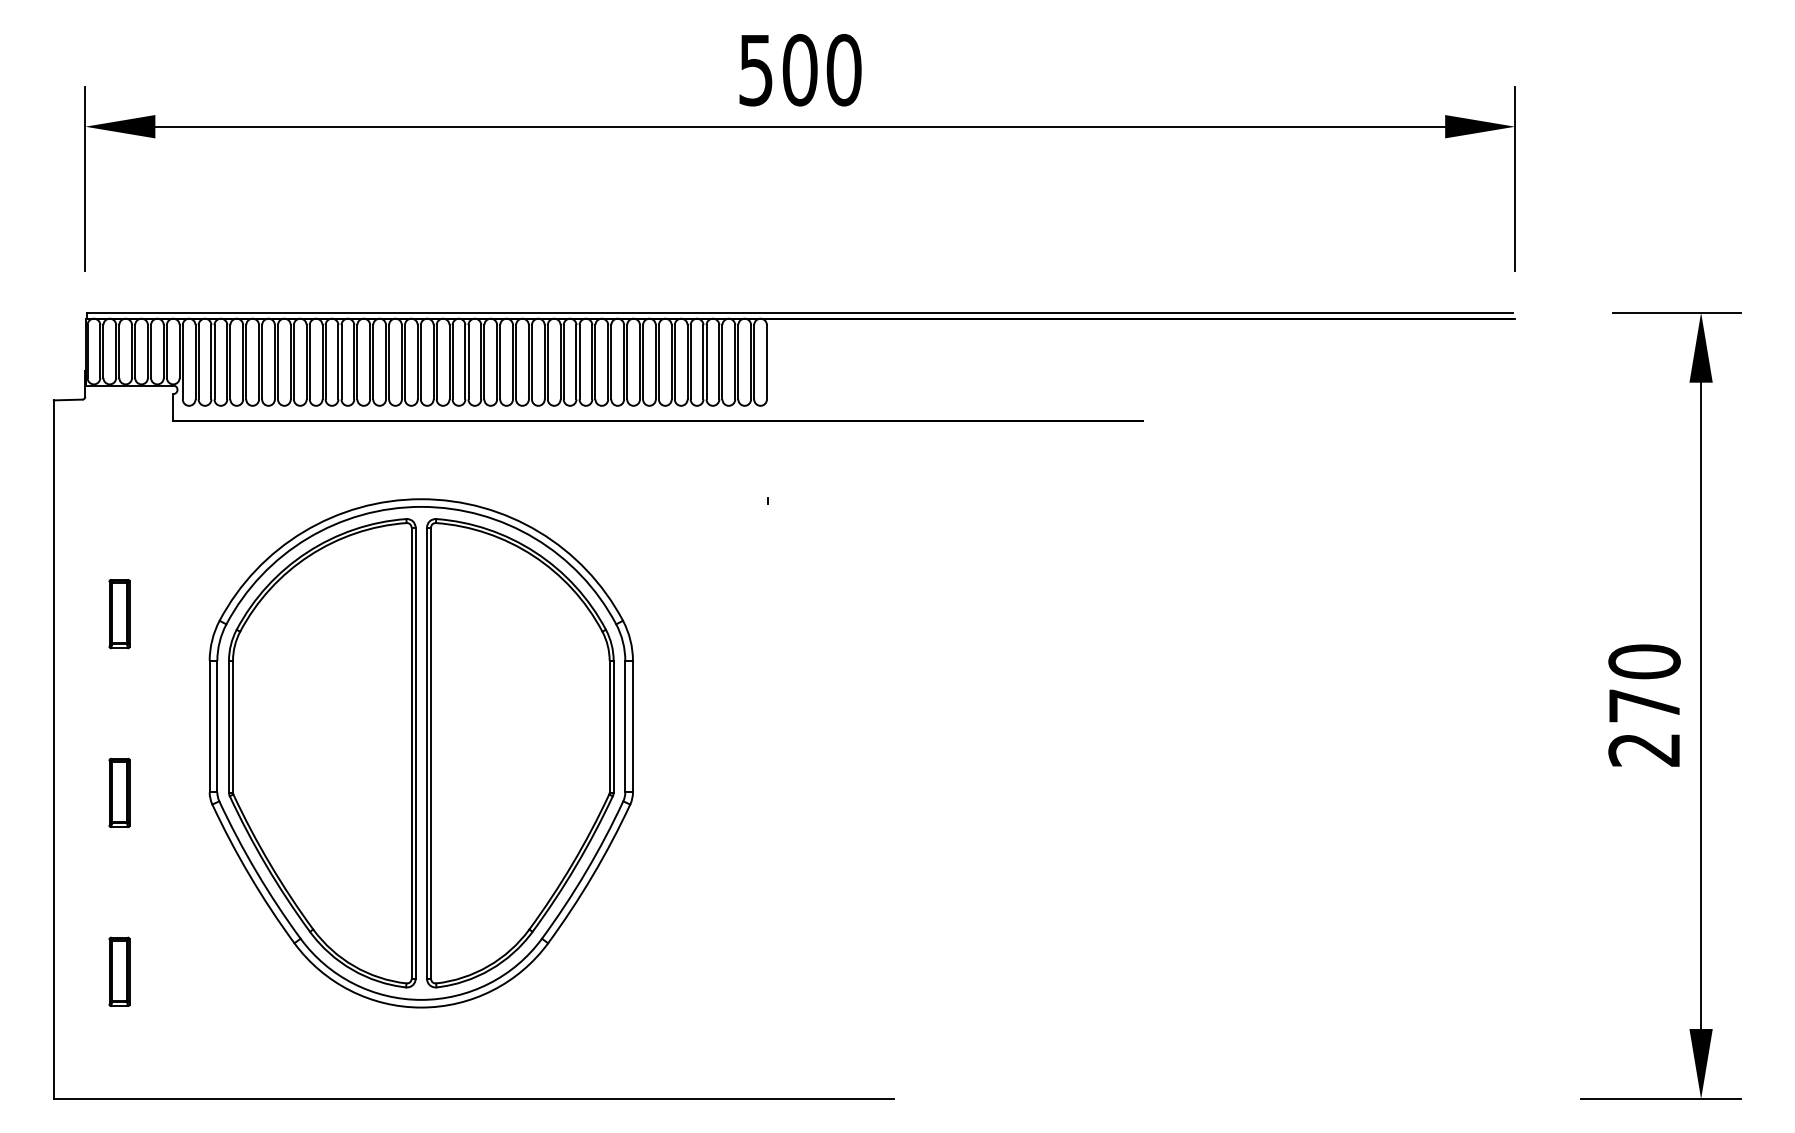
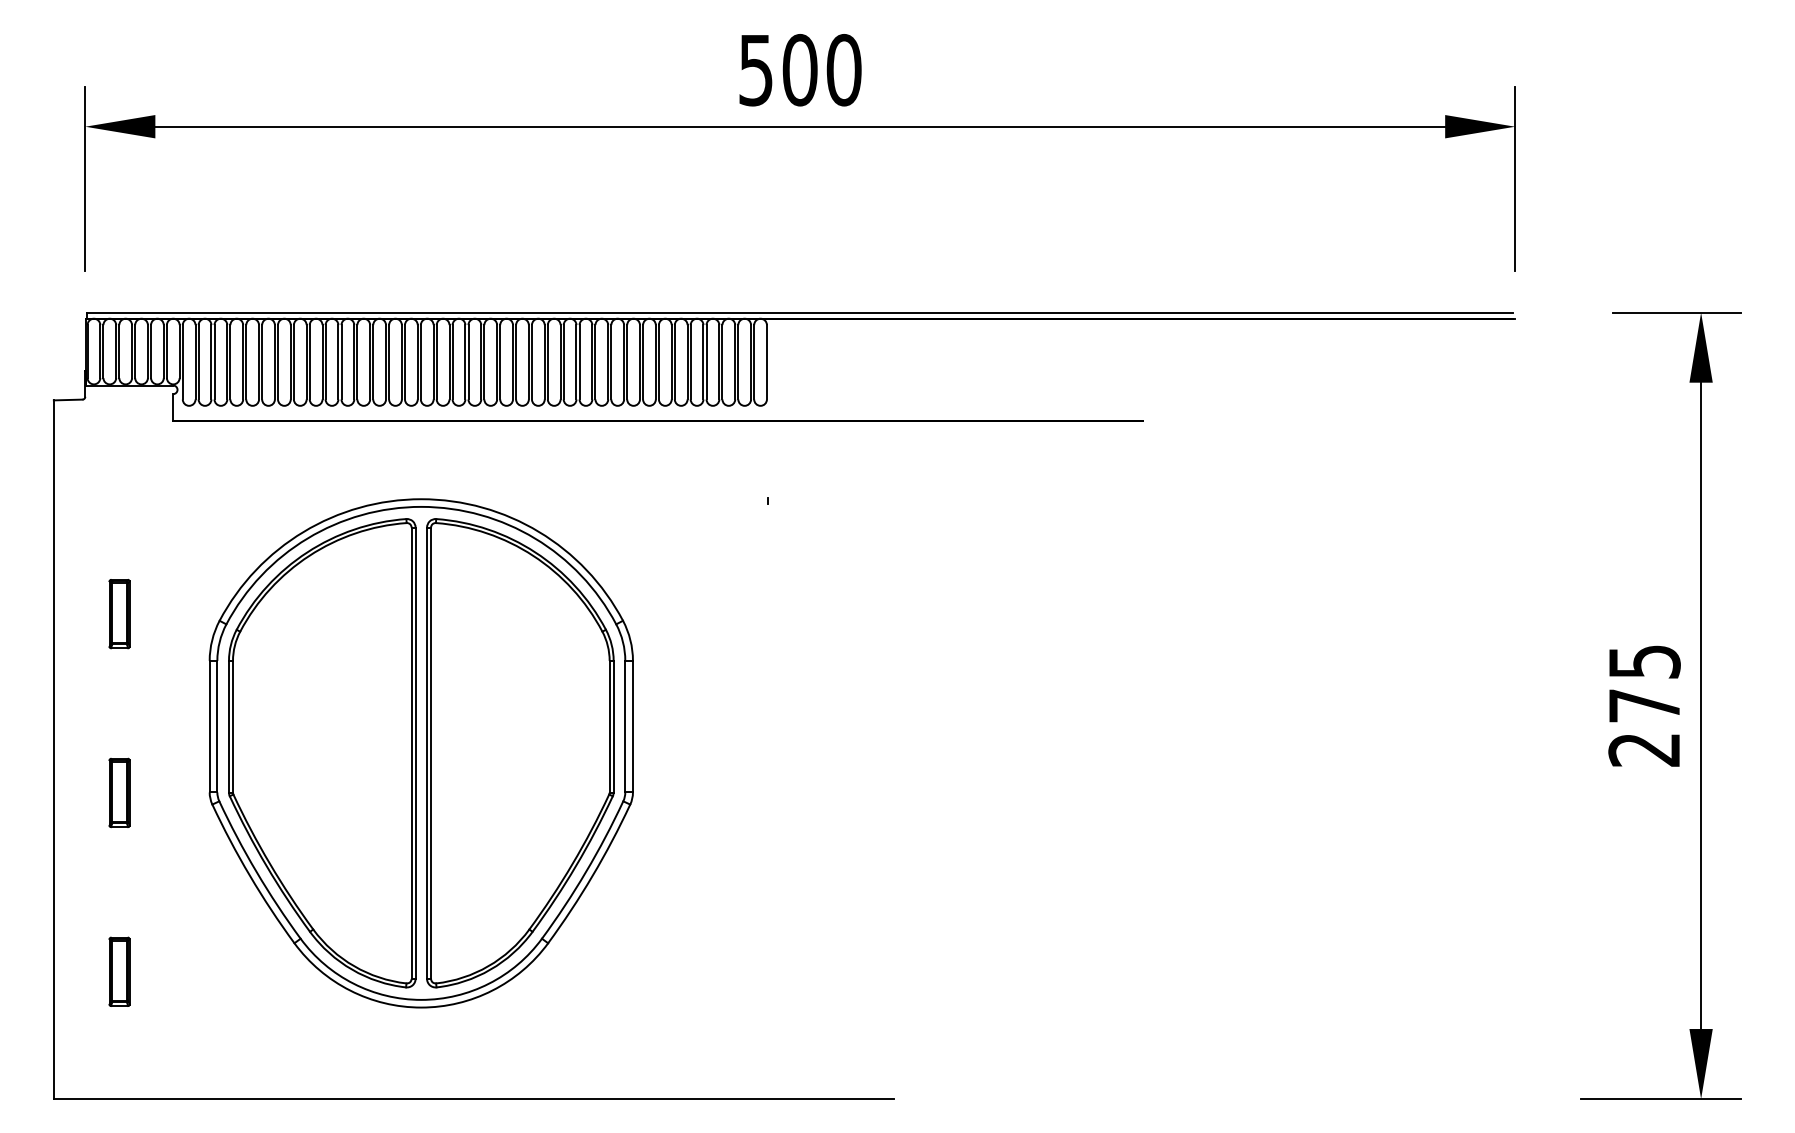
text at (1644, 661): 270 -> 275
